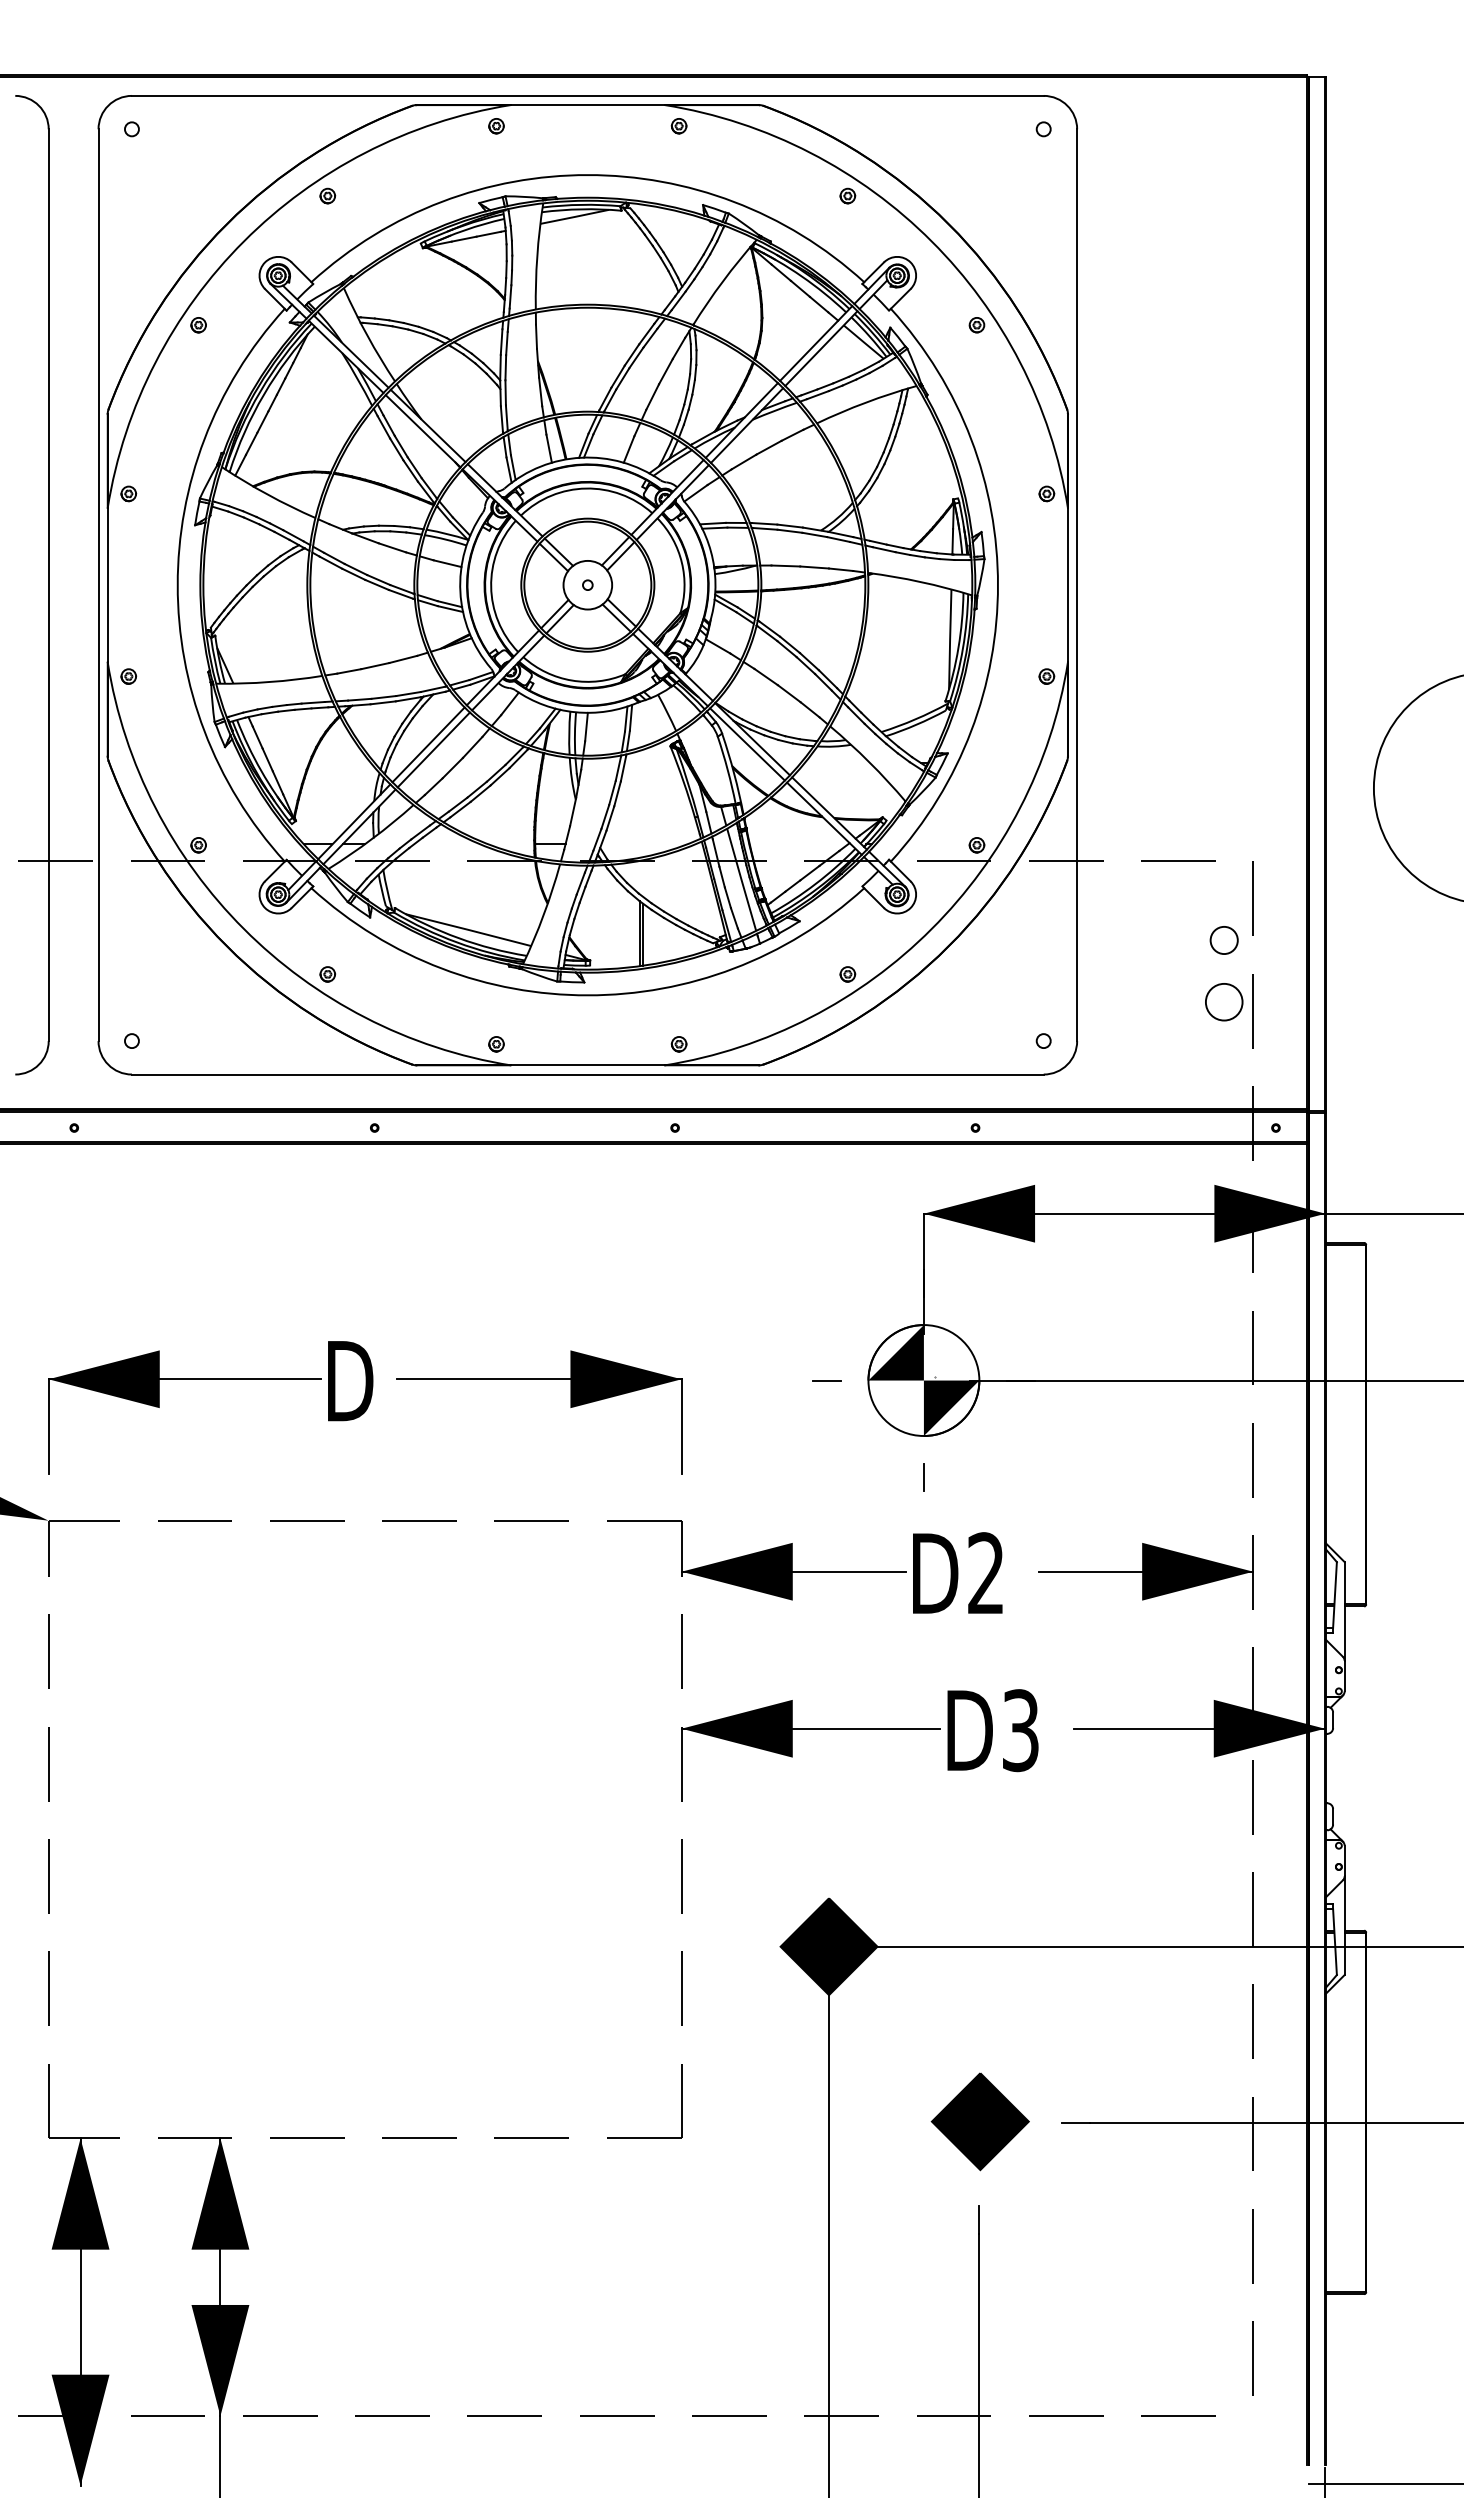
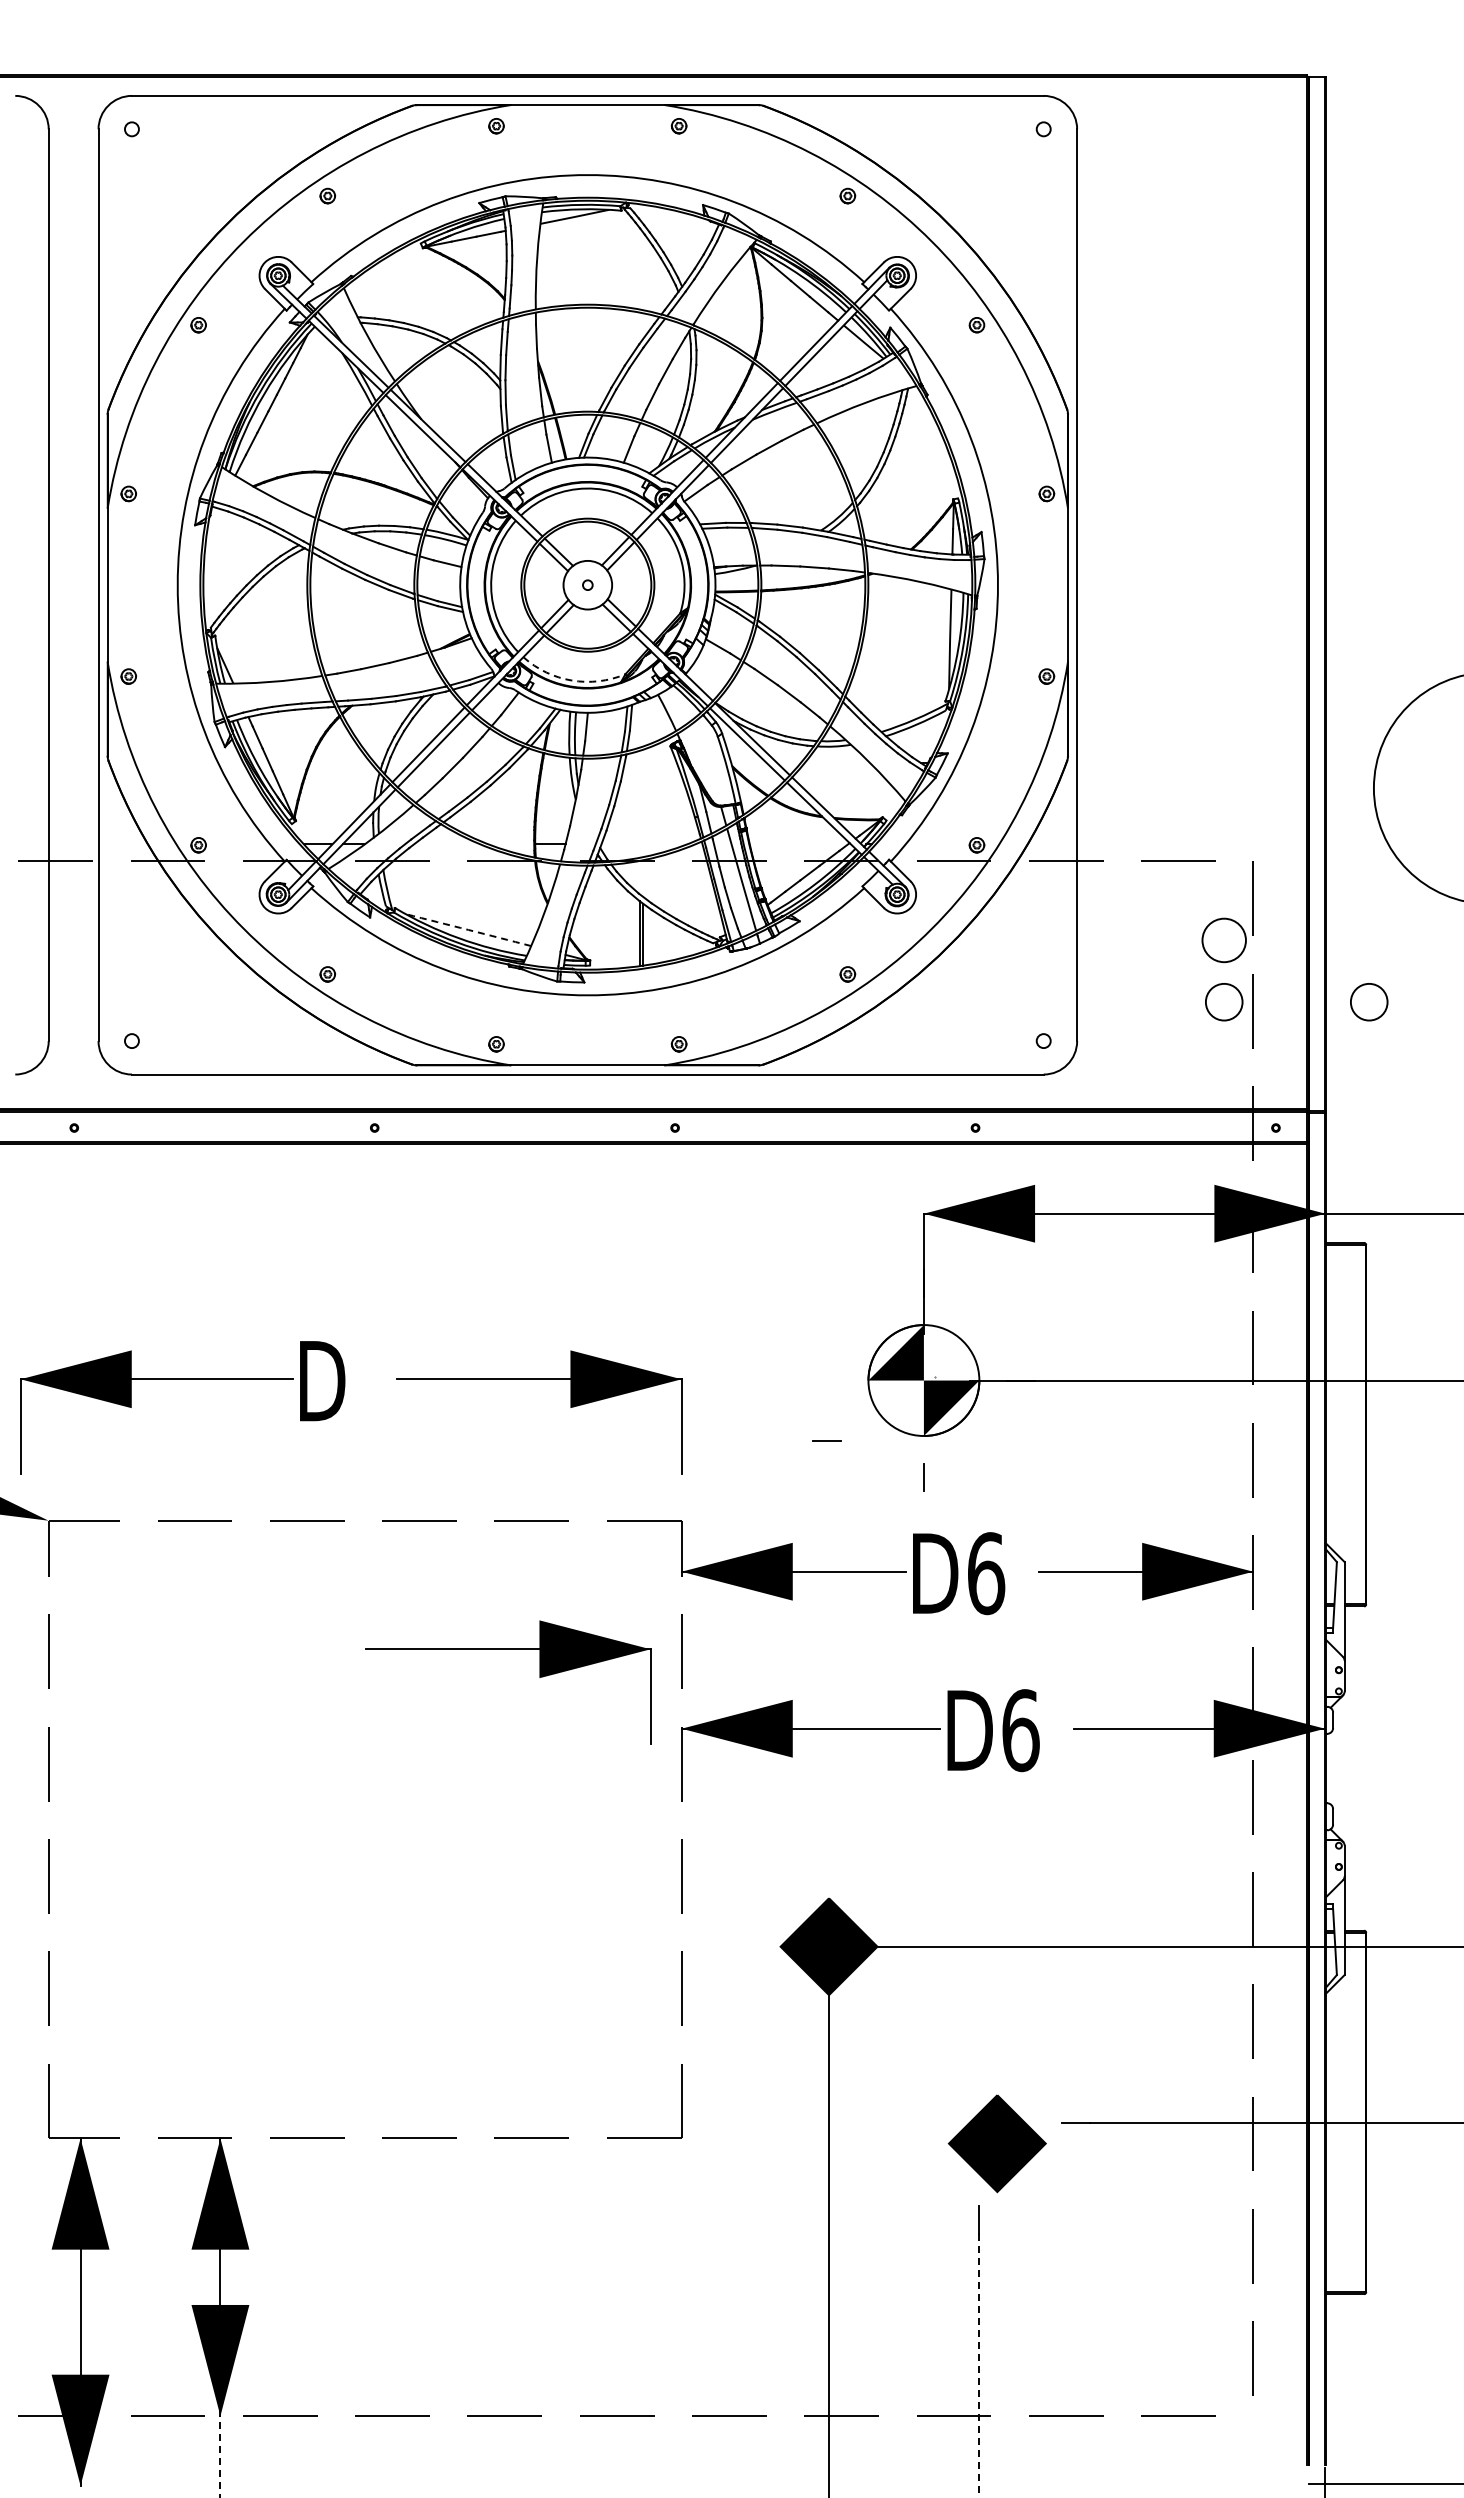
arc at (571, 680): solid -> dashed
arc at (468, 929): solid -> dashed
circle at (1223, 940) diameter: 27 px -> 43 px
circle at (1369, 1002): none -> present
part at (210, 1379) position: (210, 1379) -> (182, 1379)
line at (826, 1380) position: (826, 1380) -> (826, 1440)
text at (986, 1573): D2 -> D6
part at (539, 1677): none -> present
text at (1020, 1730): D3 -> D6
part at (979, 2121) position: (979, 2121) -> (996, 2143)
line at (978, 2366): solid -> dashed
line at (220, 2456): solid -> dashed
